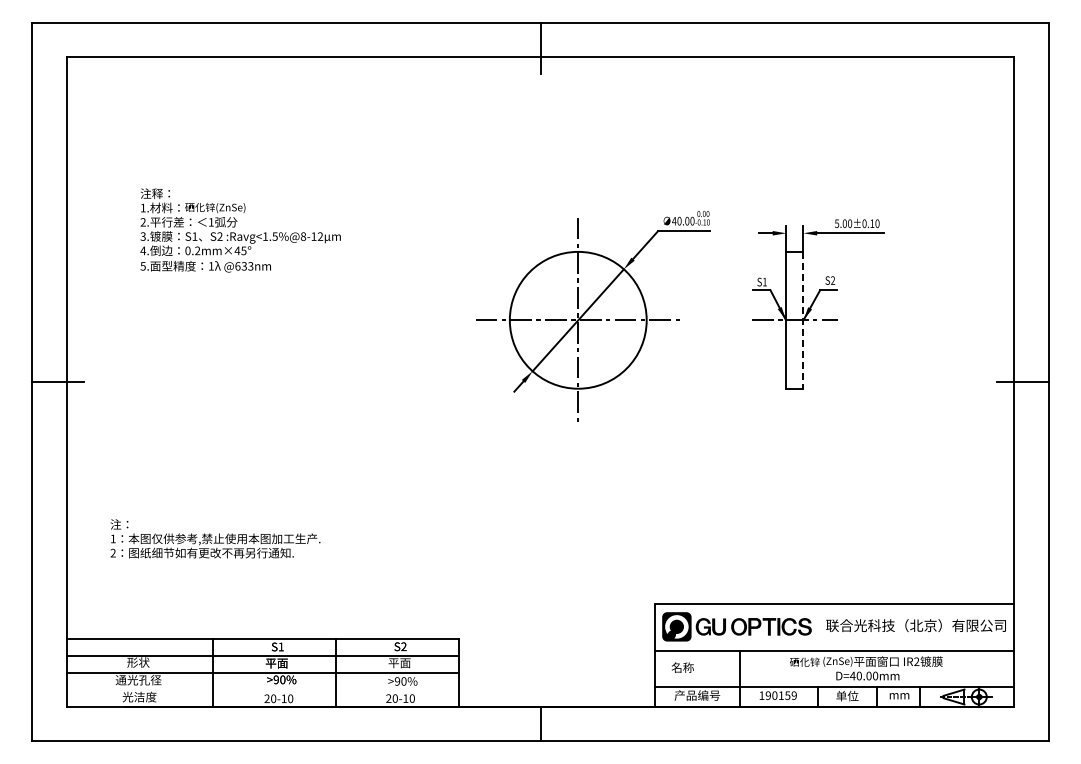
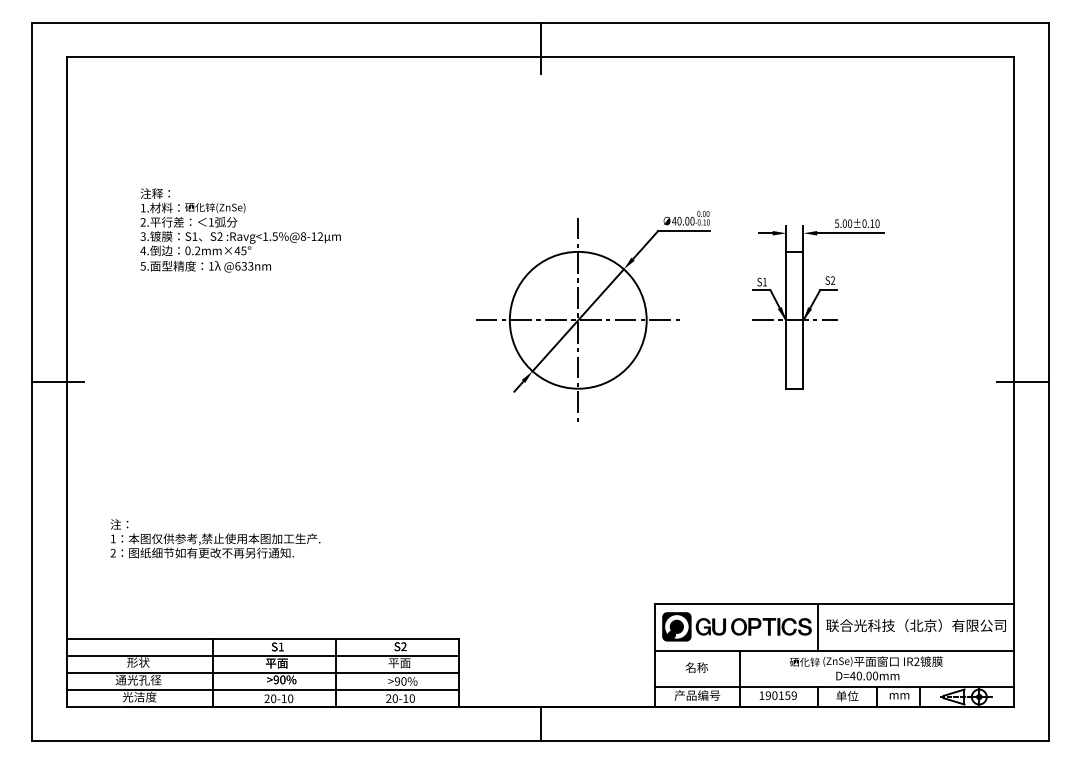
line at (803, 320): dashed -> solid
line at (818, 627): none -> present
text at (682, 667) position: (682, 667) -> (696, 667)
line at (262, 689): none -> present
